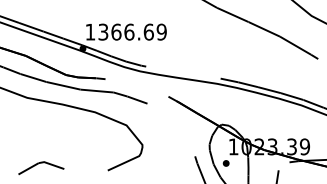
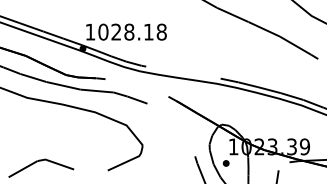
text at (132, 31): 1366.69 -> 1028.18
part at (41, 168) size: 47x15 px -> 67x20 px
